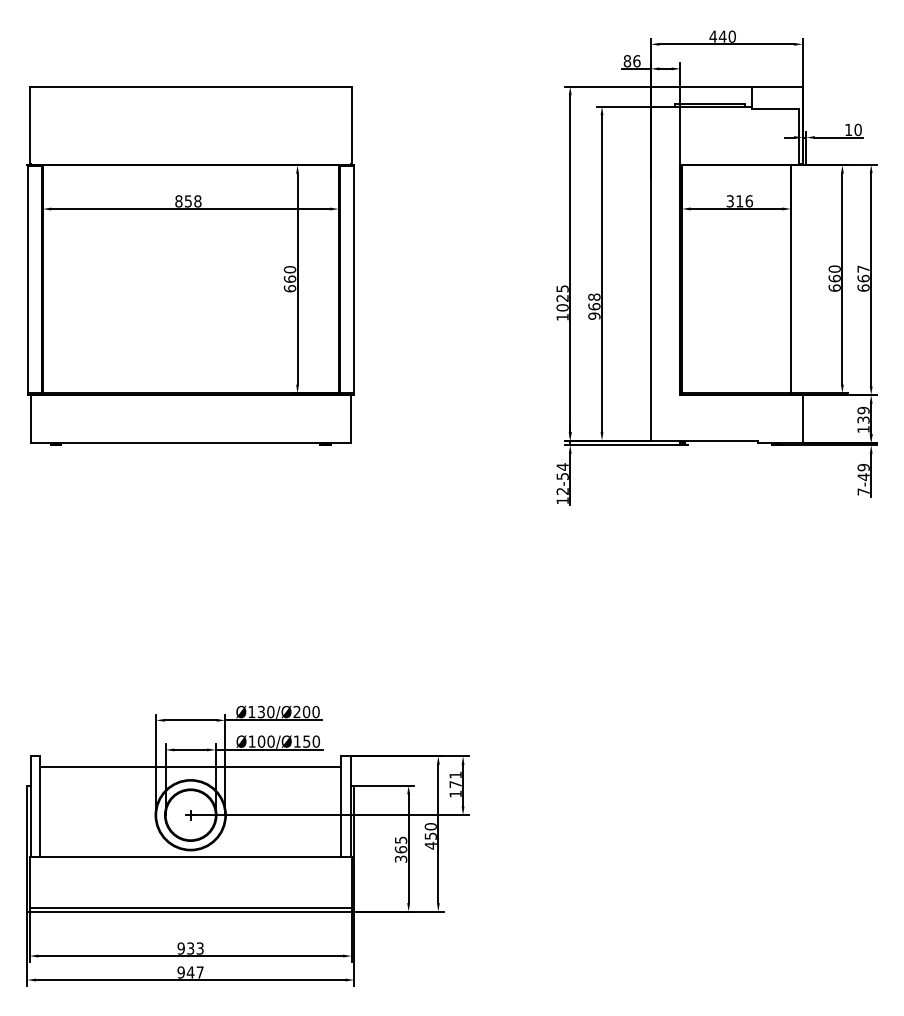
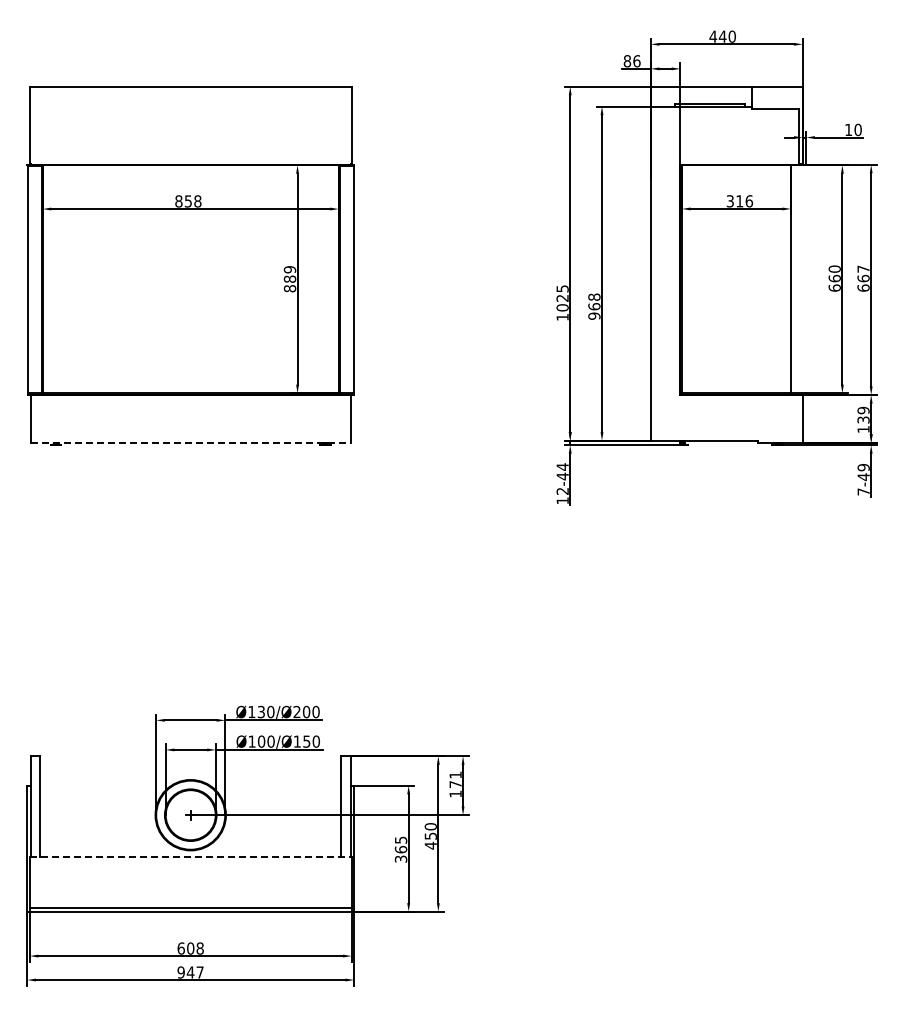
text at (289, 279): 660 -> 889
line at (190, 442): solid -> dashed
text at (562, 476): 12-54 -> 12-44
line at (190, 766): present -> none
line at (190, 857): solid -> dashed
text at (190, 948): 933 -> 608
